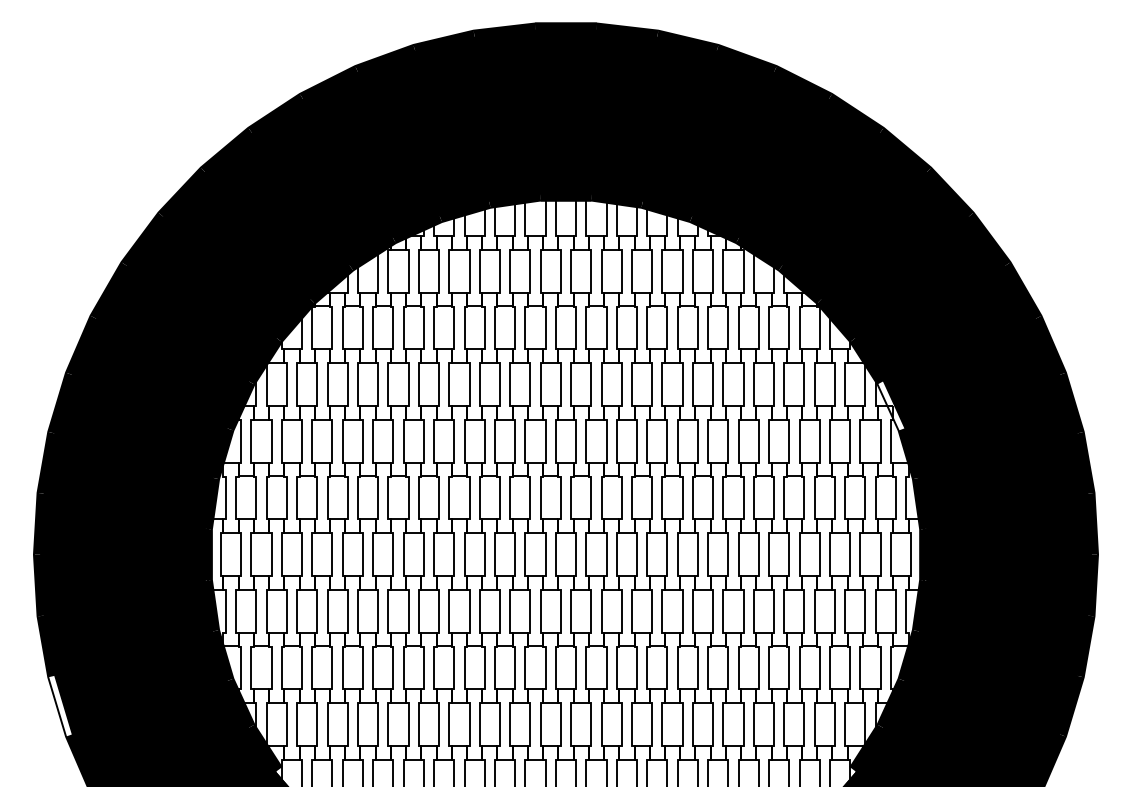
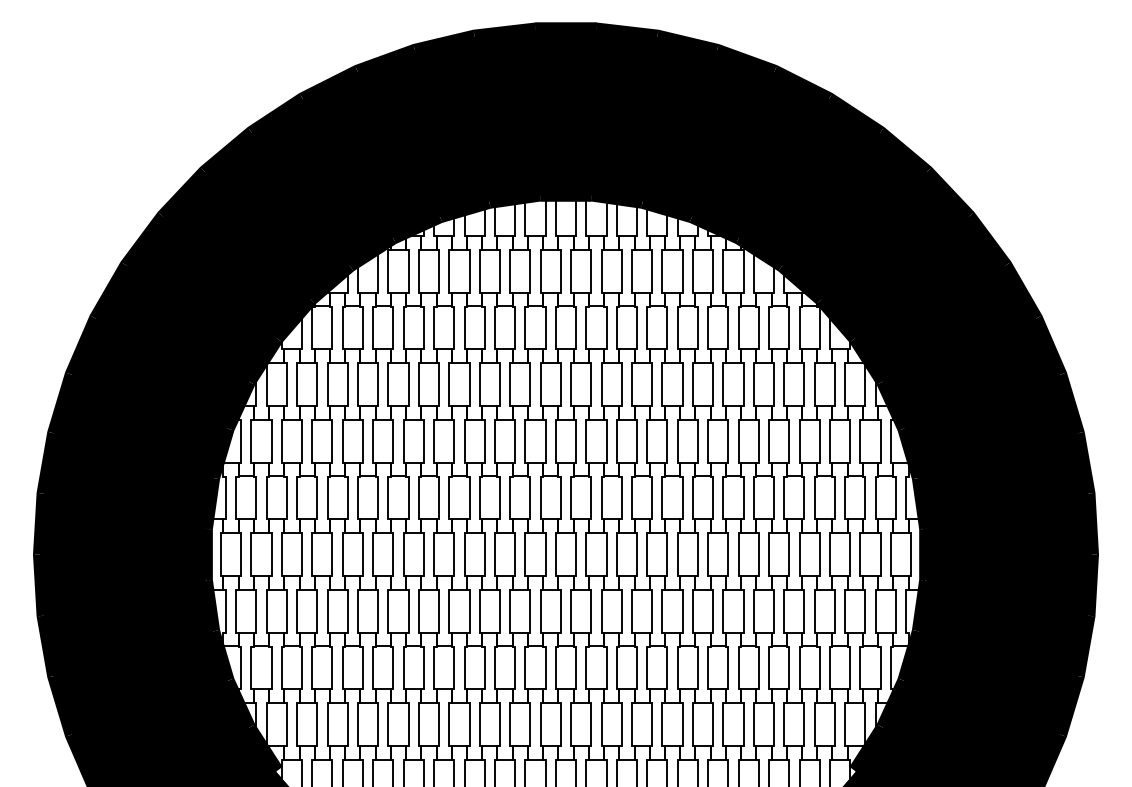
fill at (891, 405): none -> present
fill at (60, 705): none -> present
